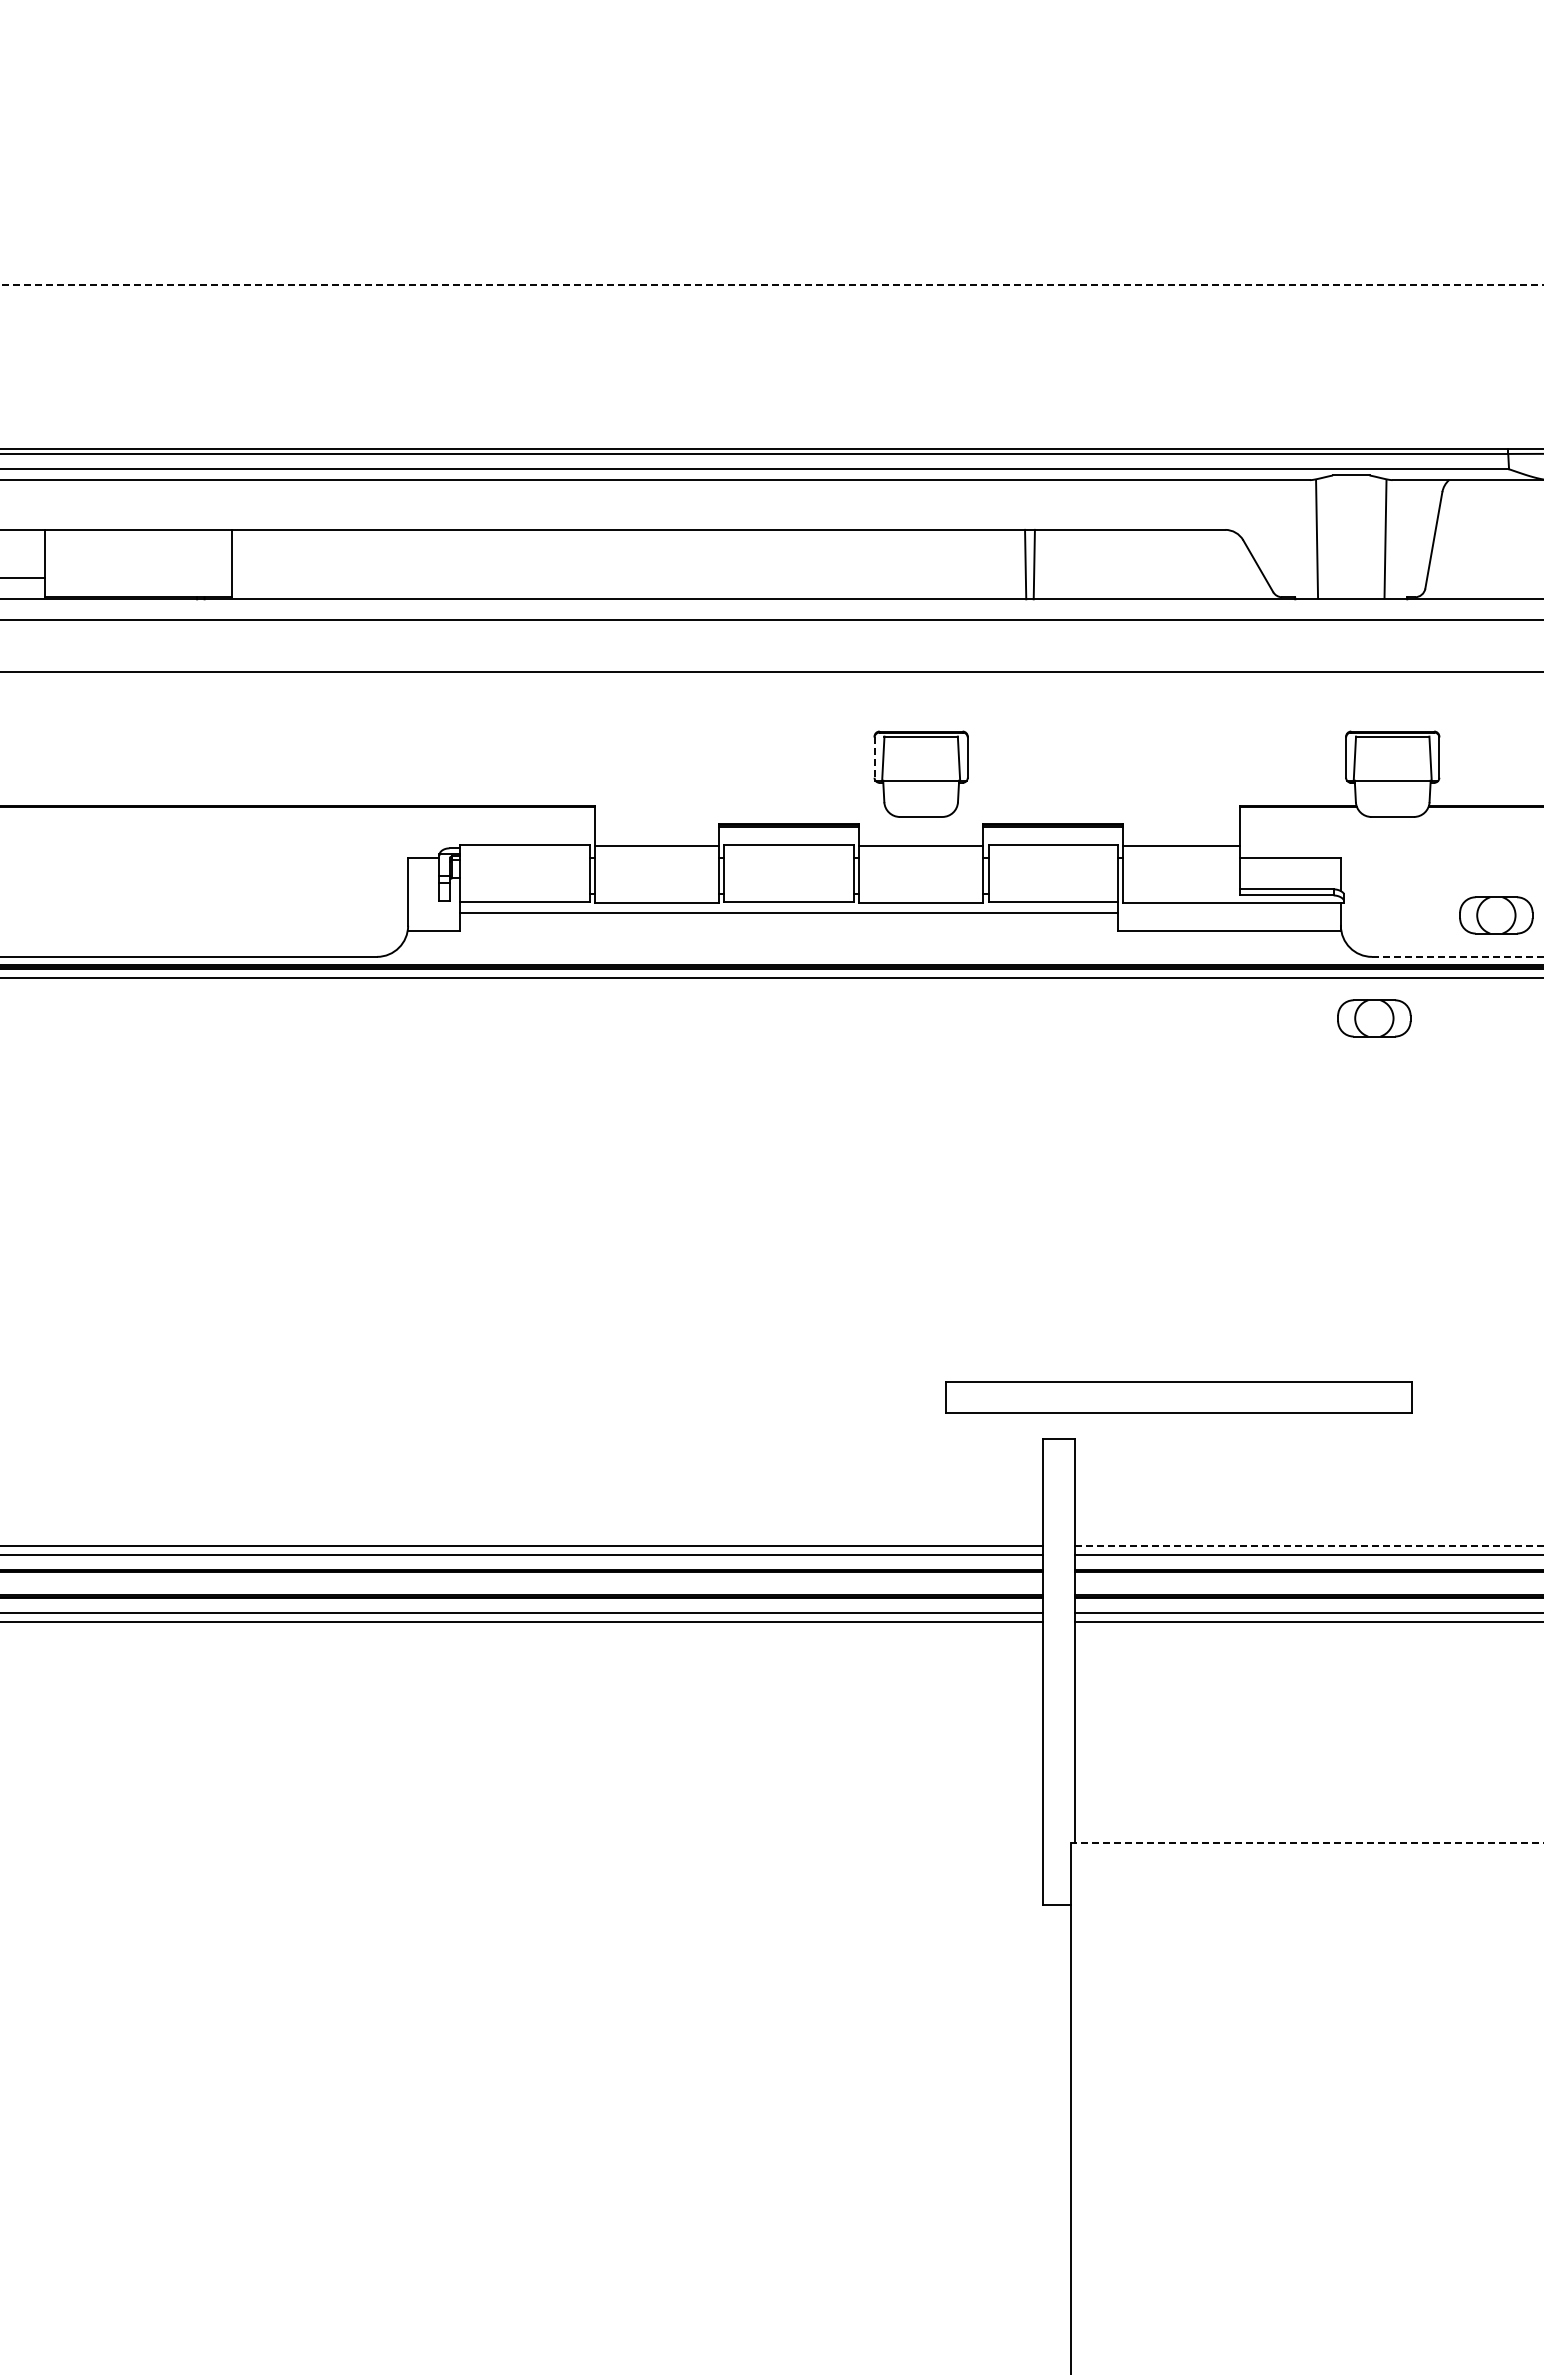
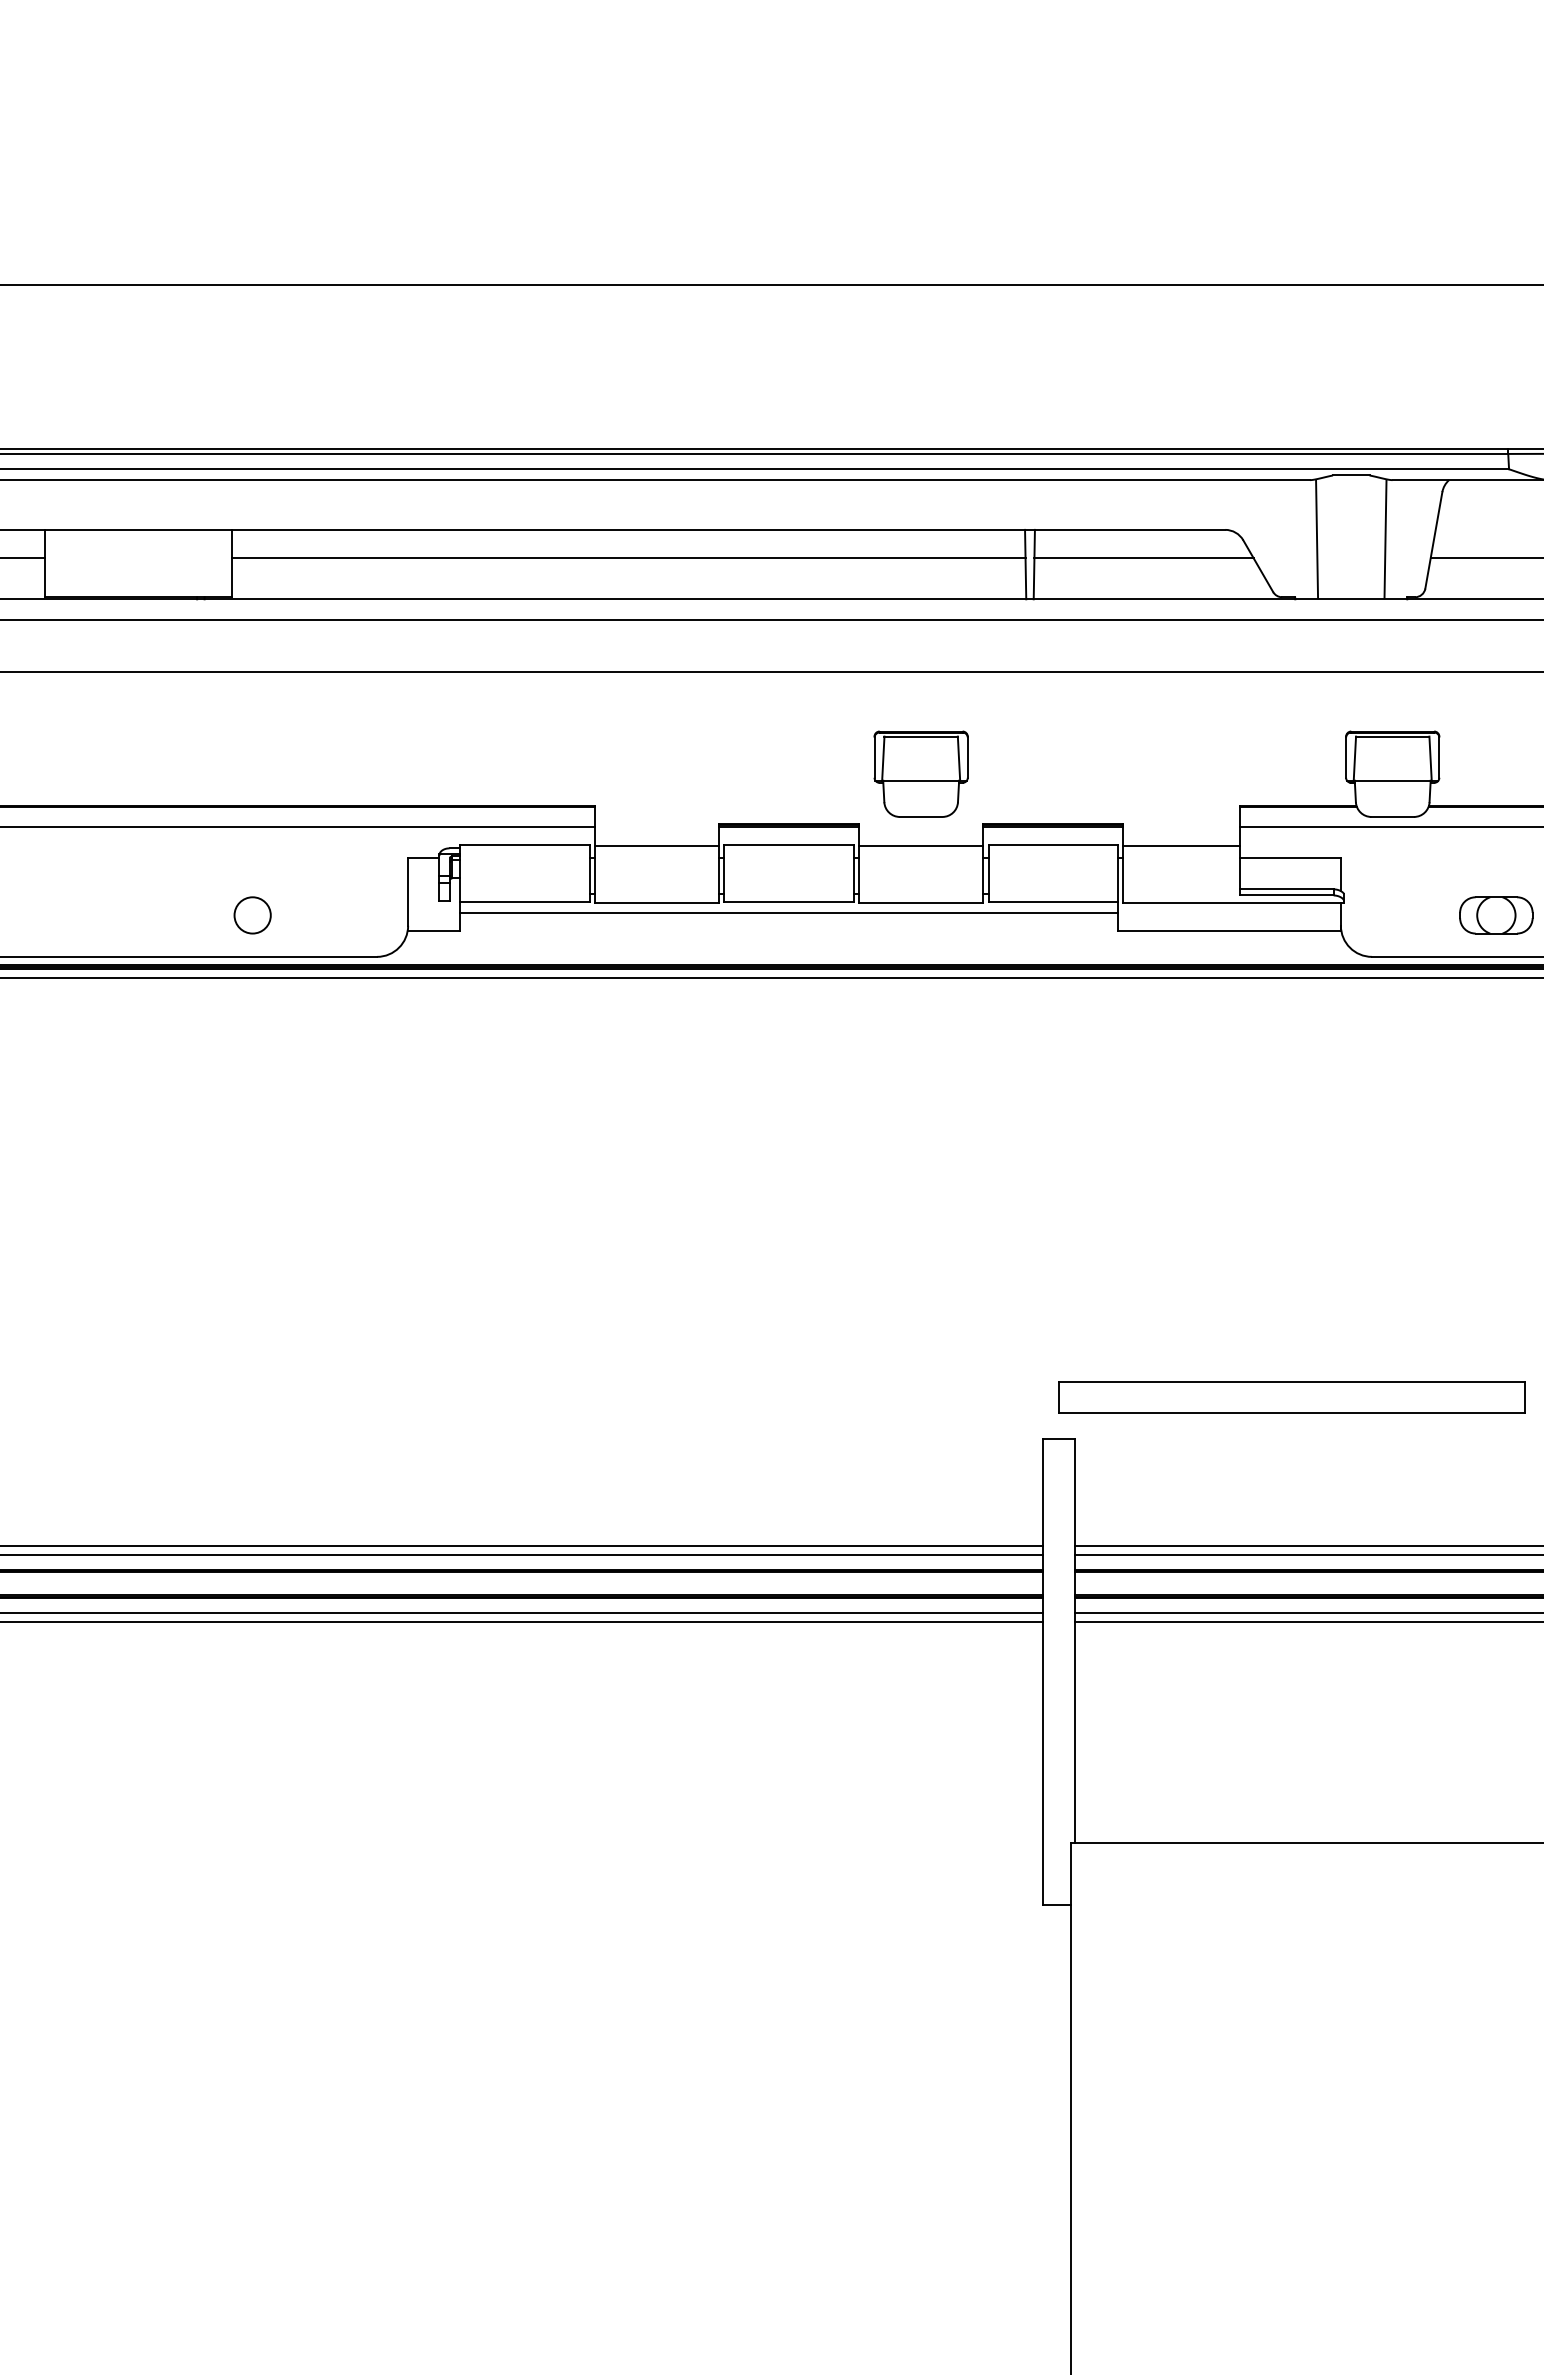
line at (771, 284): dashed -> solid
line at (628, 558): none -> present
line at (1143, 558): none -> present
line at (1485, 558): none -> present
line at (23, 578) position: (23, 578) -> (23, 558)
line at (874, 757): dashed -> solid
line at (298, 827): none -> present
line at (1390, 827): none -> present
circle at (252, 915): none -> present
line at (1457, 956): dashed -> solid
part at (1374, 1018): present -> none
part at (1178, 1397) position: (1178, 1397) -> (1291, 1397)
line at (1309, 1546): dashed -> solid
line at (1307, 1843): dashed -> solid
